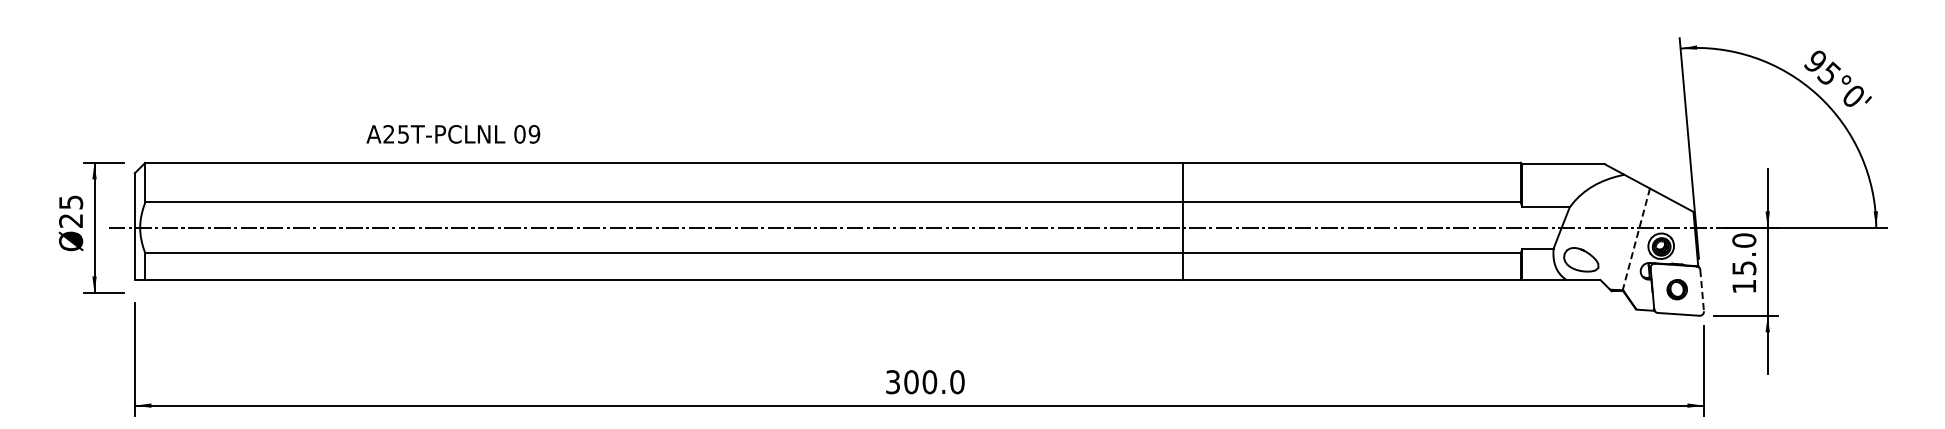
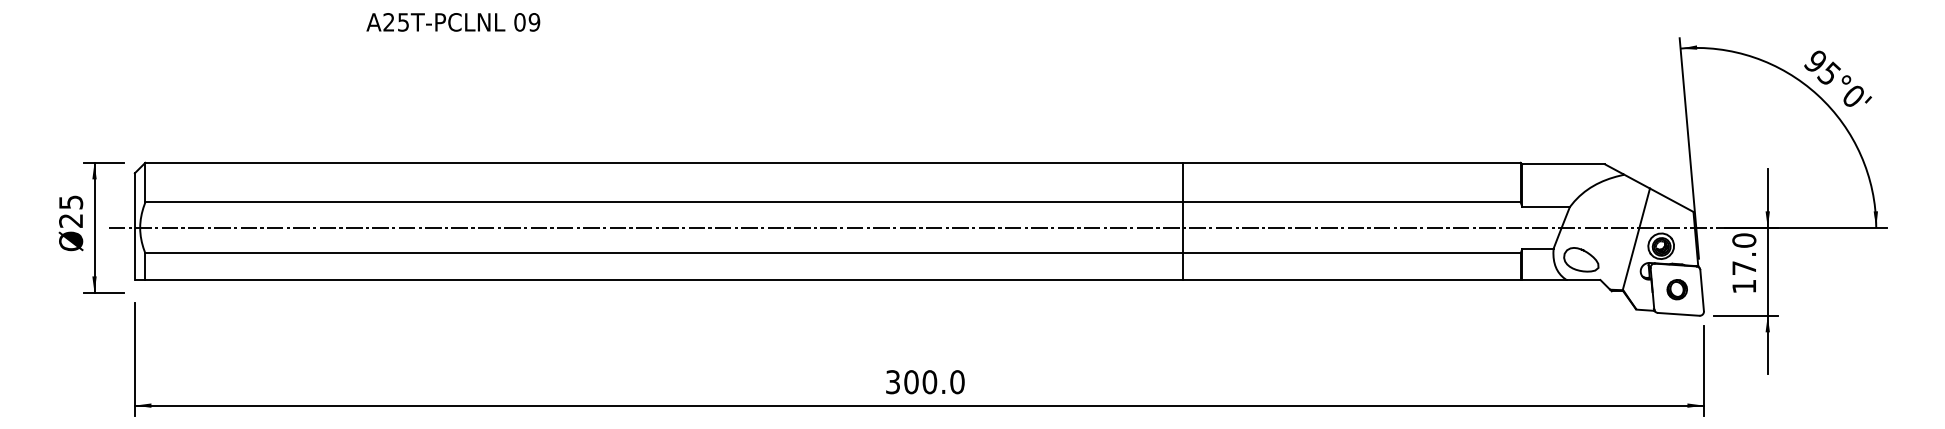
text at (453, 134) position: (453, 134) -> (453, 22)
line at (1636, 239): dashed -> solid
text at (1744, 268): 15.0 -> 17.0
line at (1702, 290): dashed -> solid
